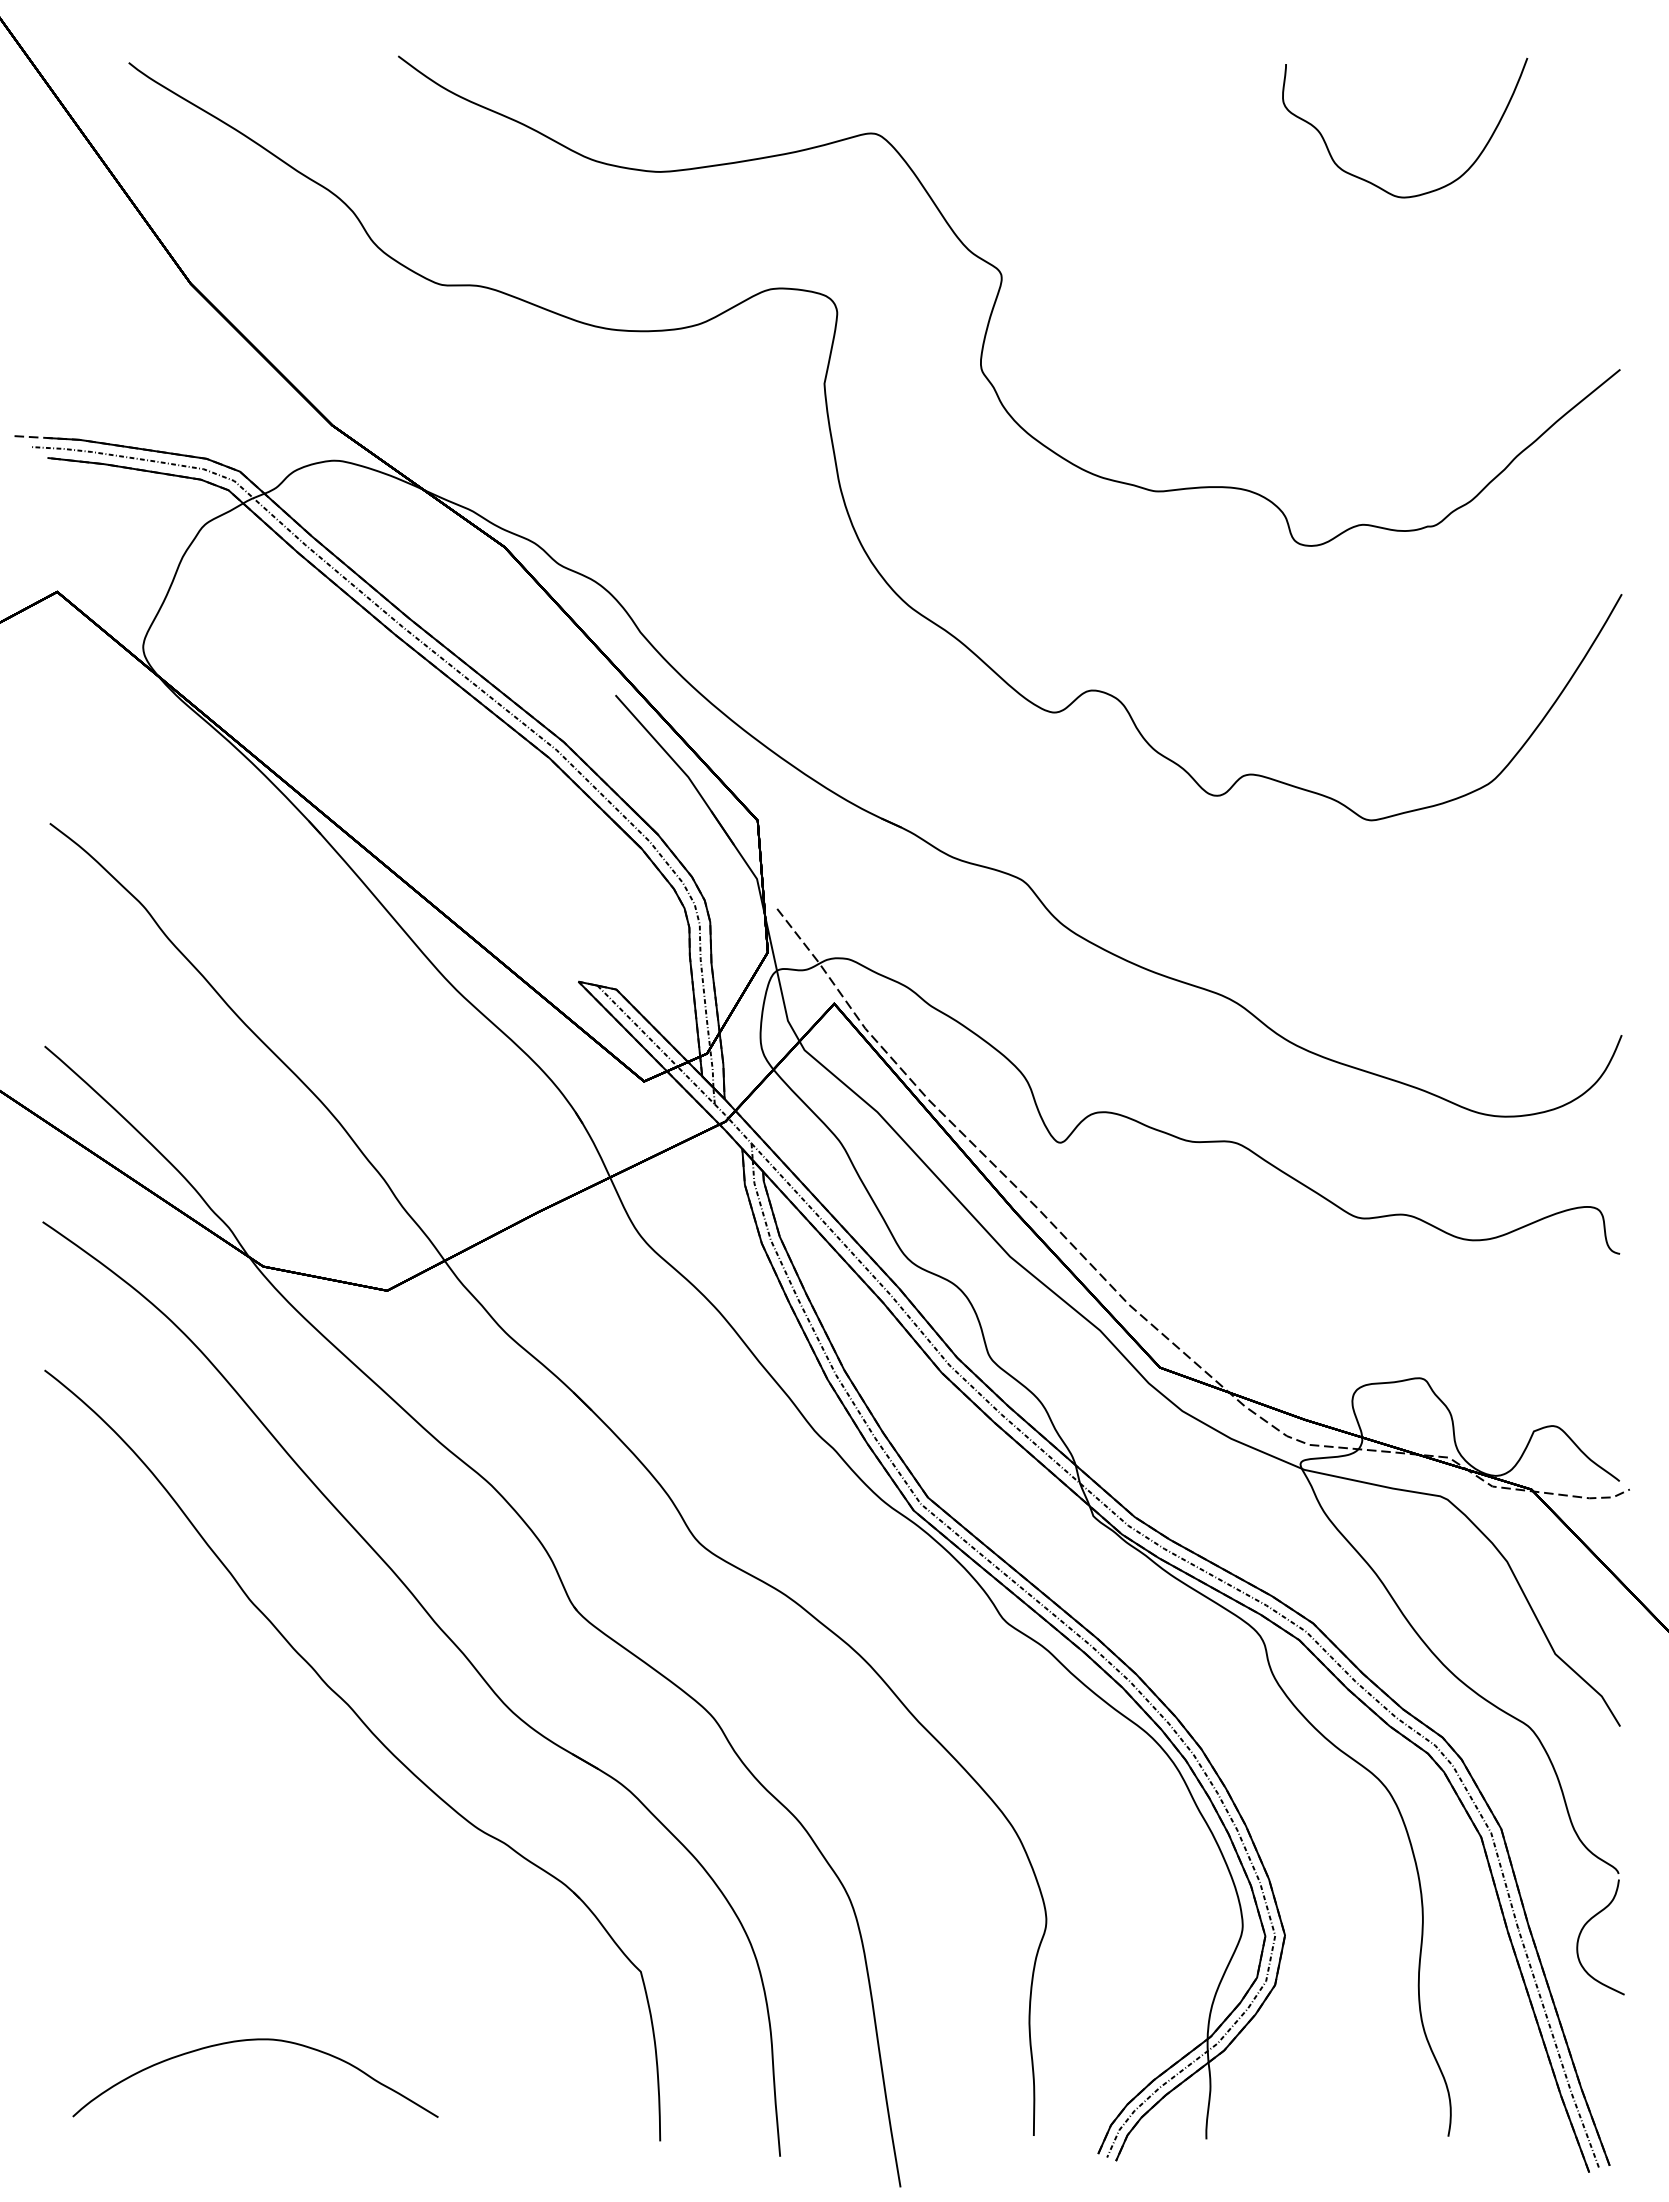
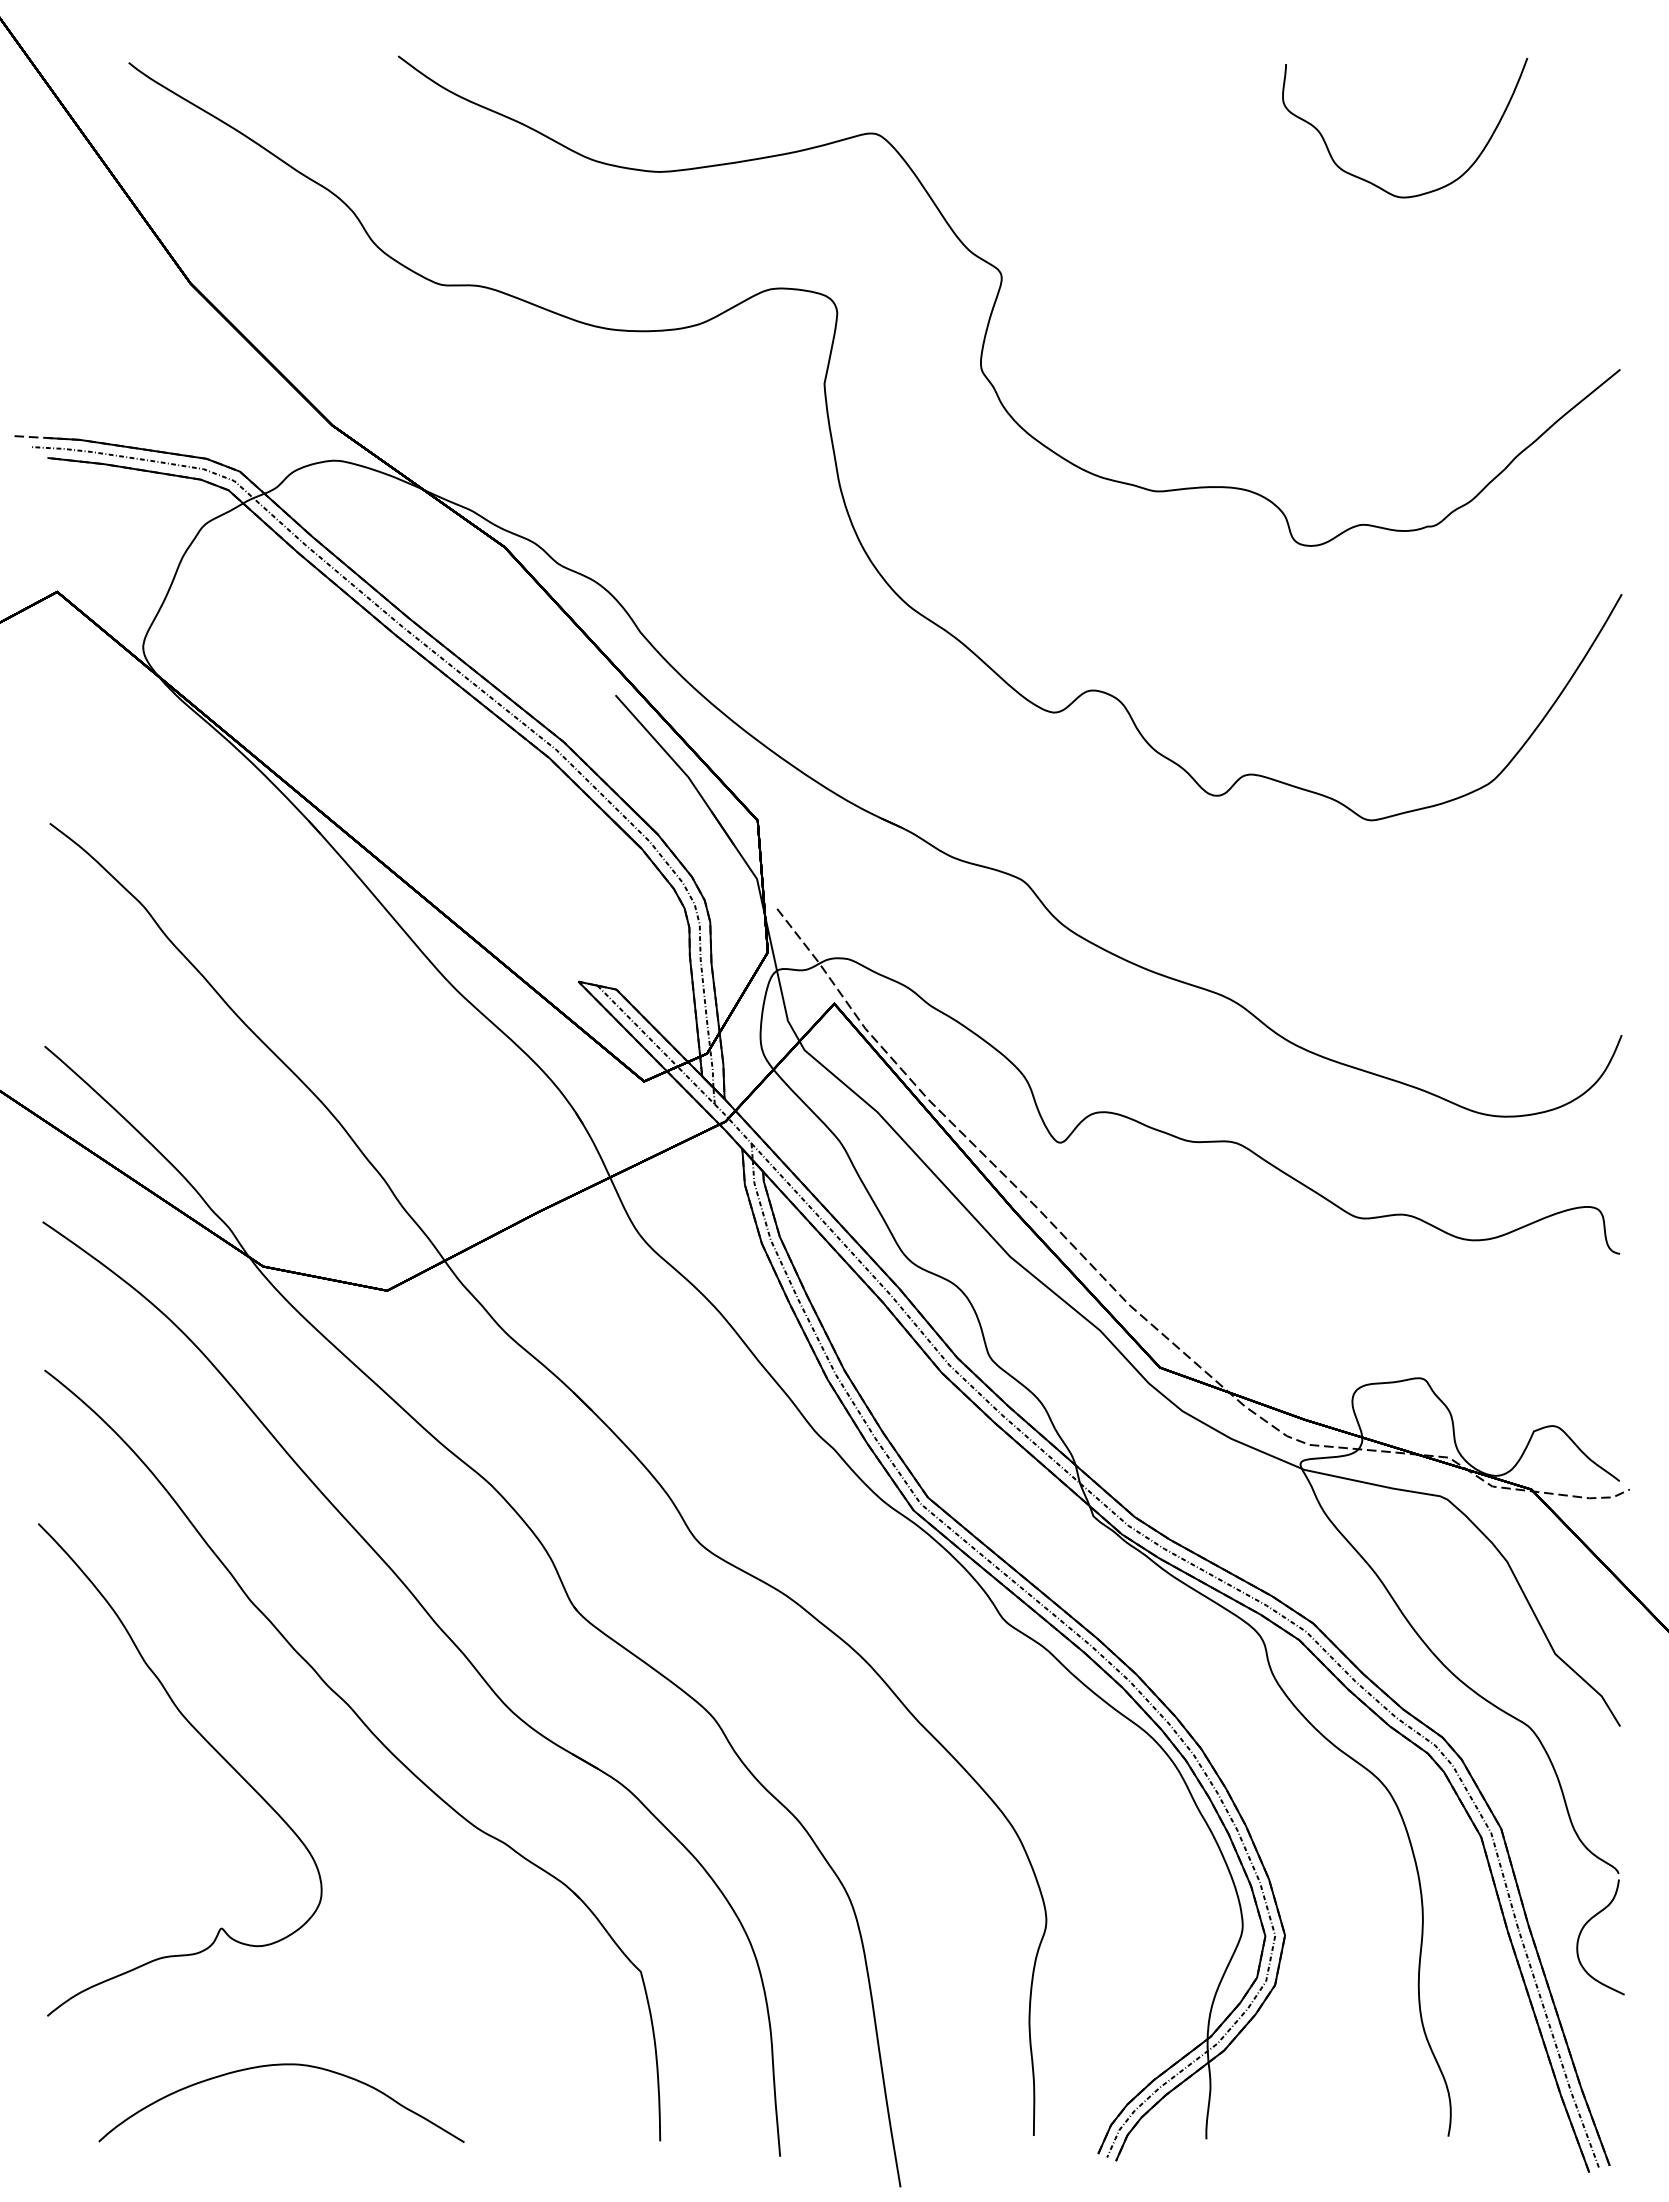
curve at (206, 1742): none -> present
curve at (255, 2040) position: (255, 2040) -> (281, 2065)
